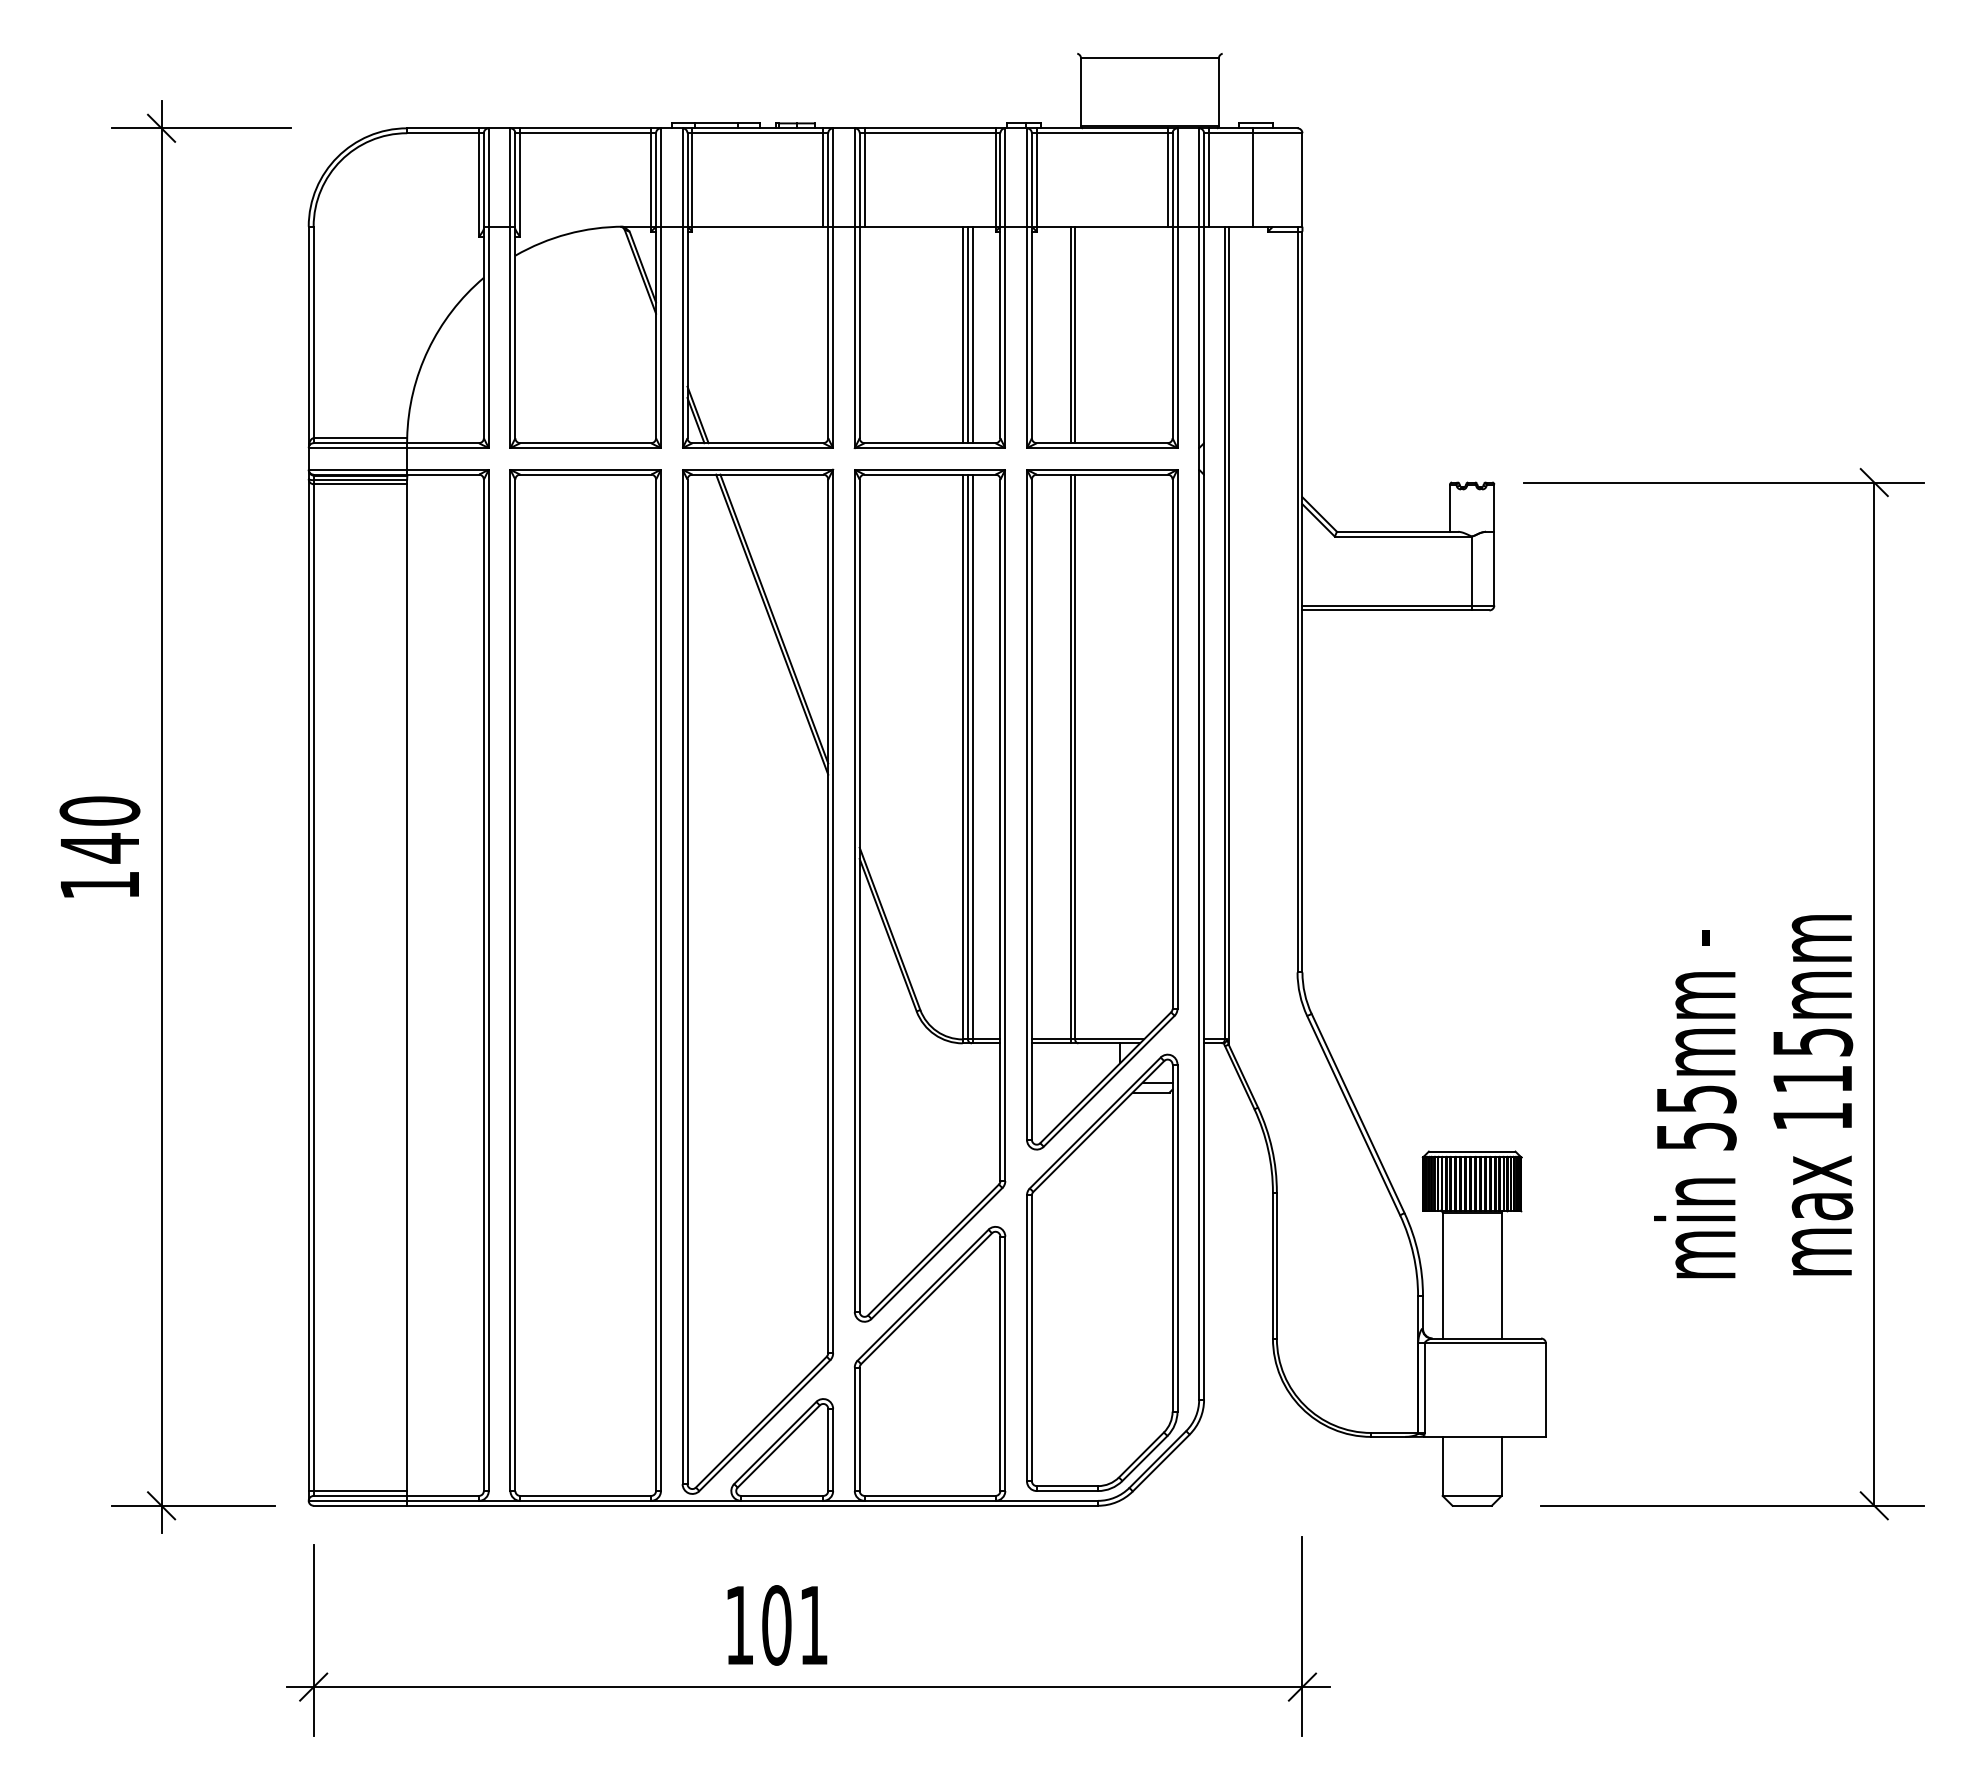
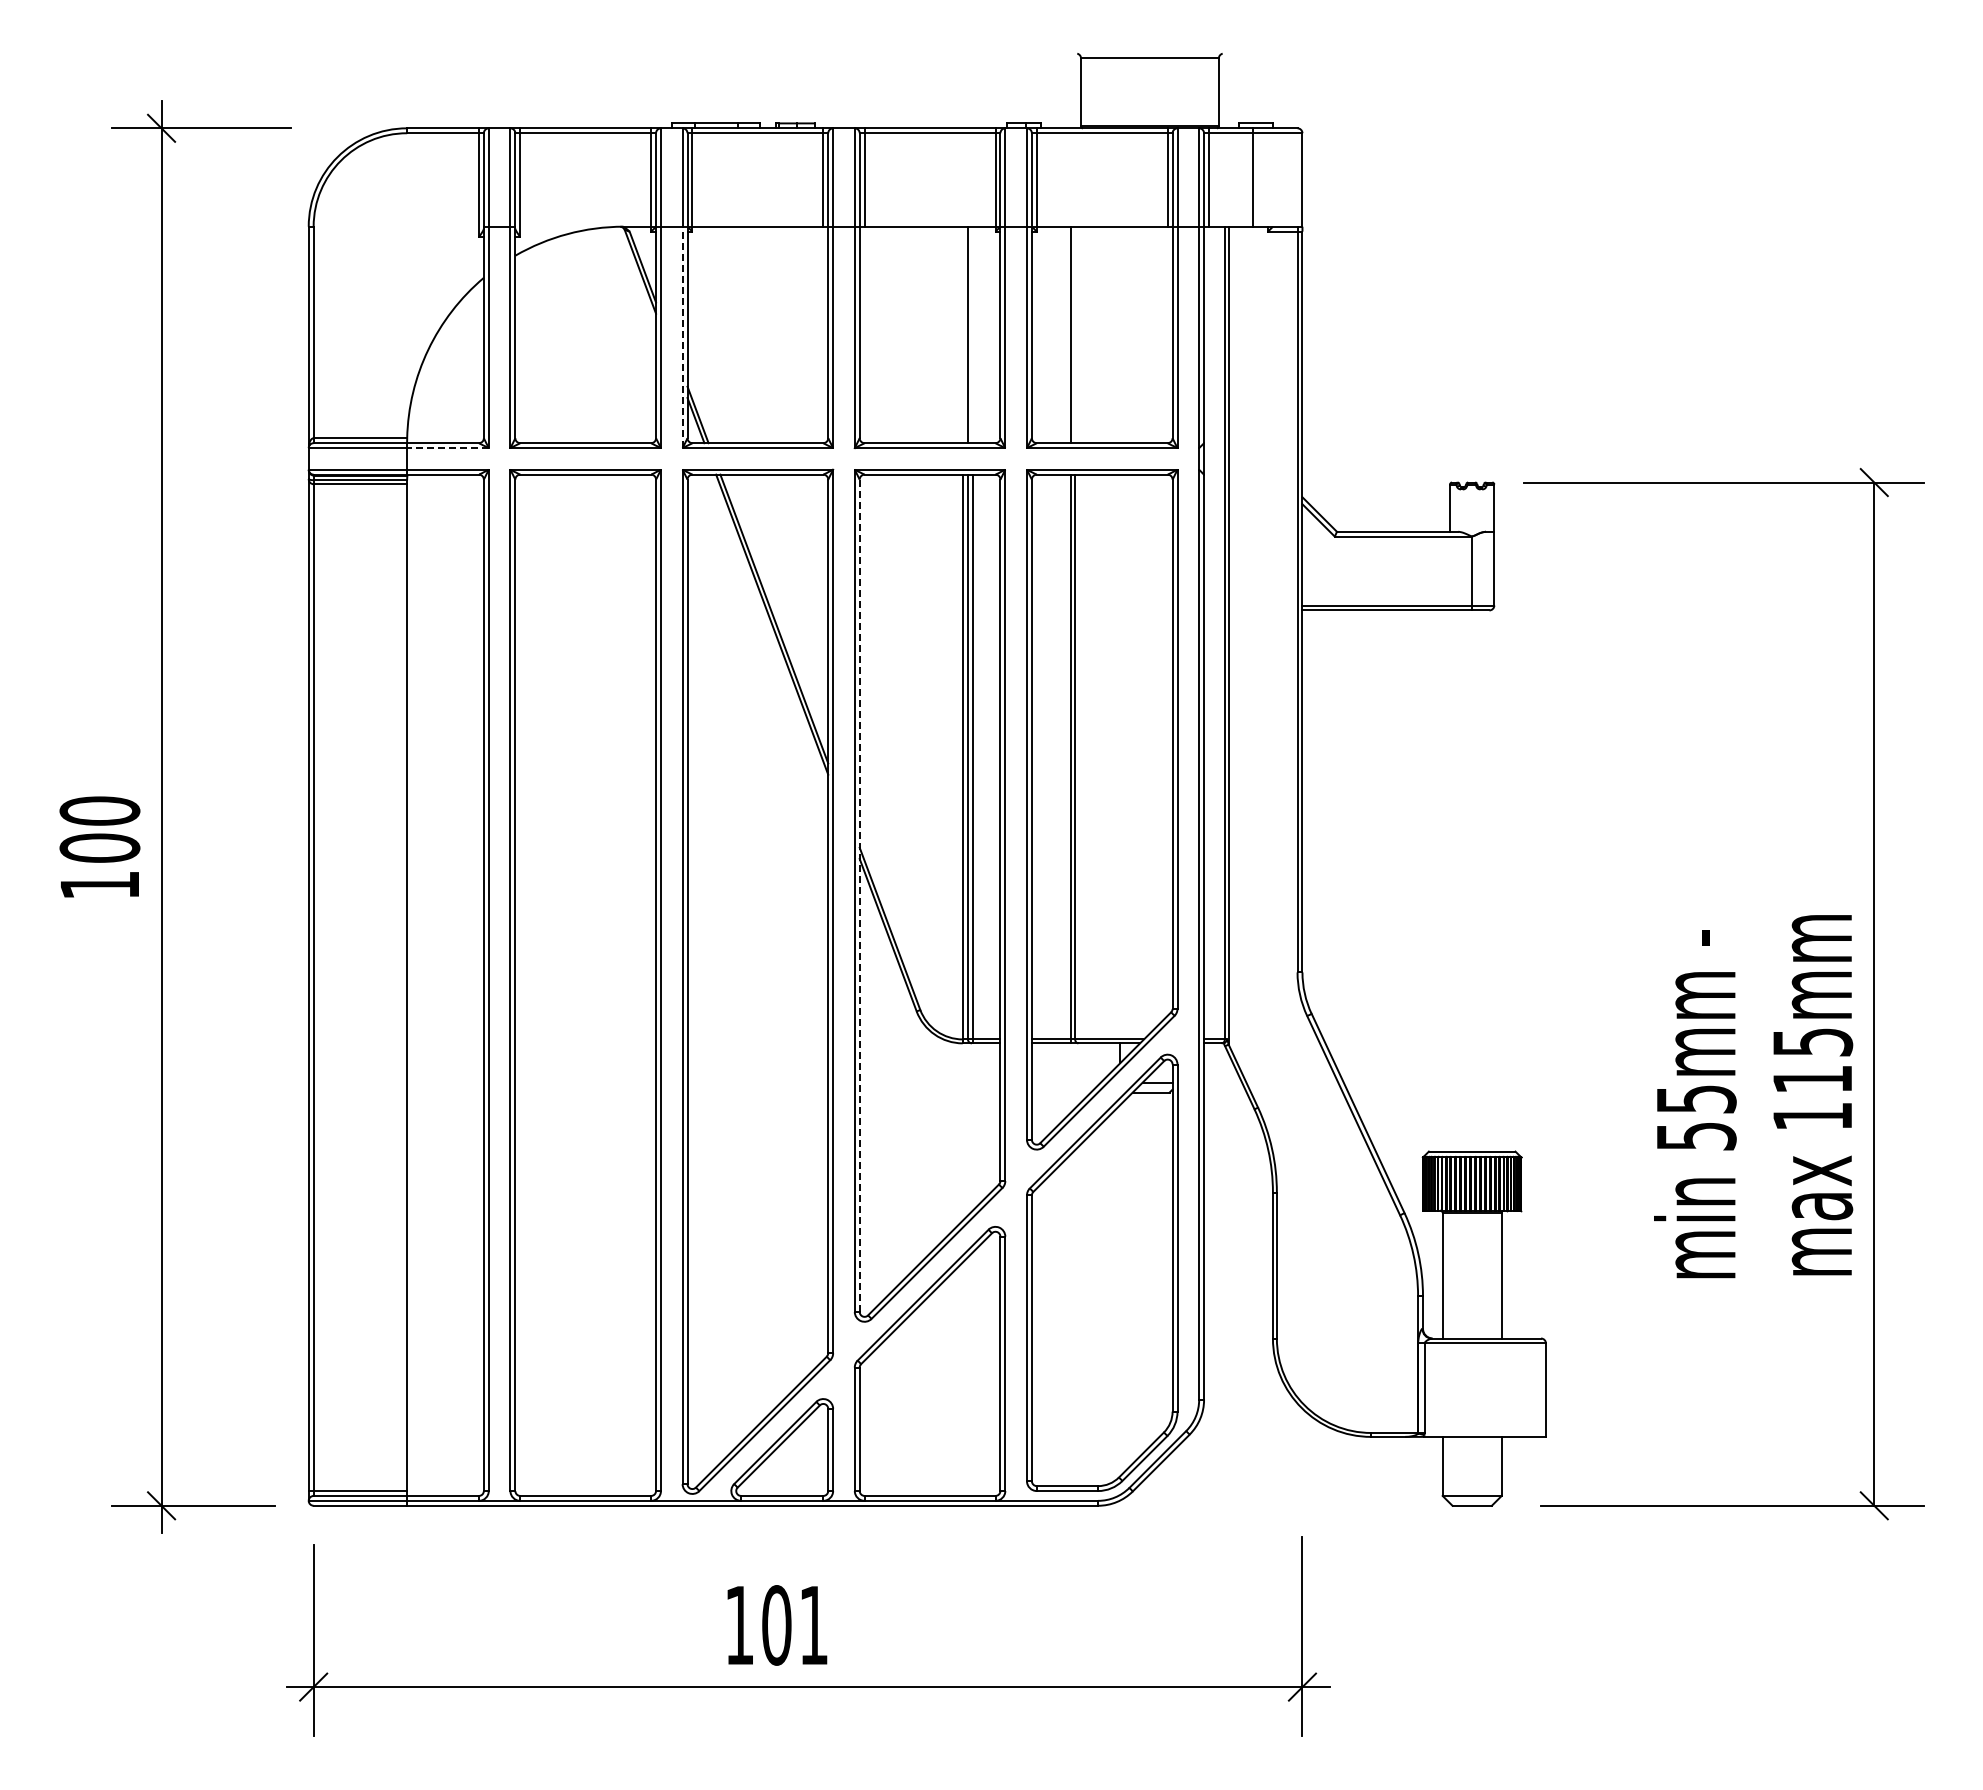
line at (963, 334): present -> none
line at (972, 334): present -> none
line at (1075, 334): present -> none
line at (682, 337): solid -> dashed
line at (447, 448): solid -> dashed
text at (99, 848): 140 -> 100
line at (859, 896): solid -> dashed
